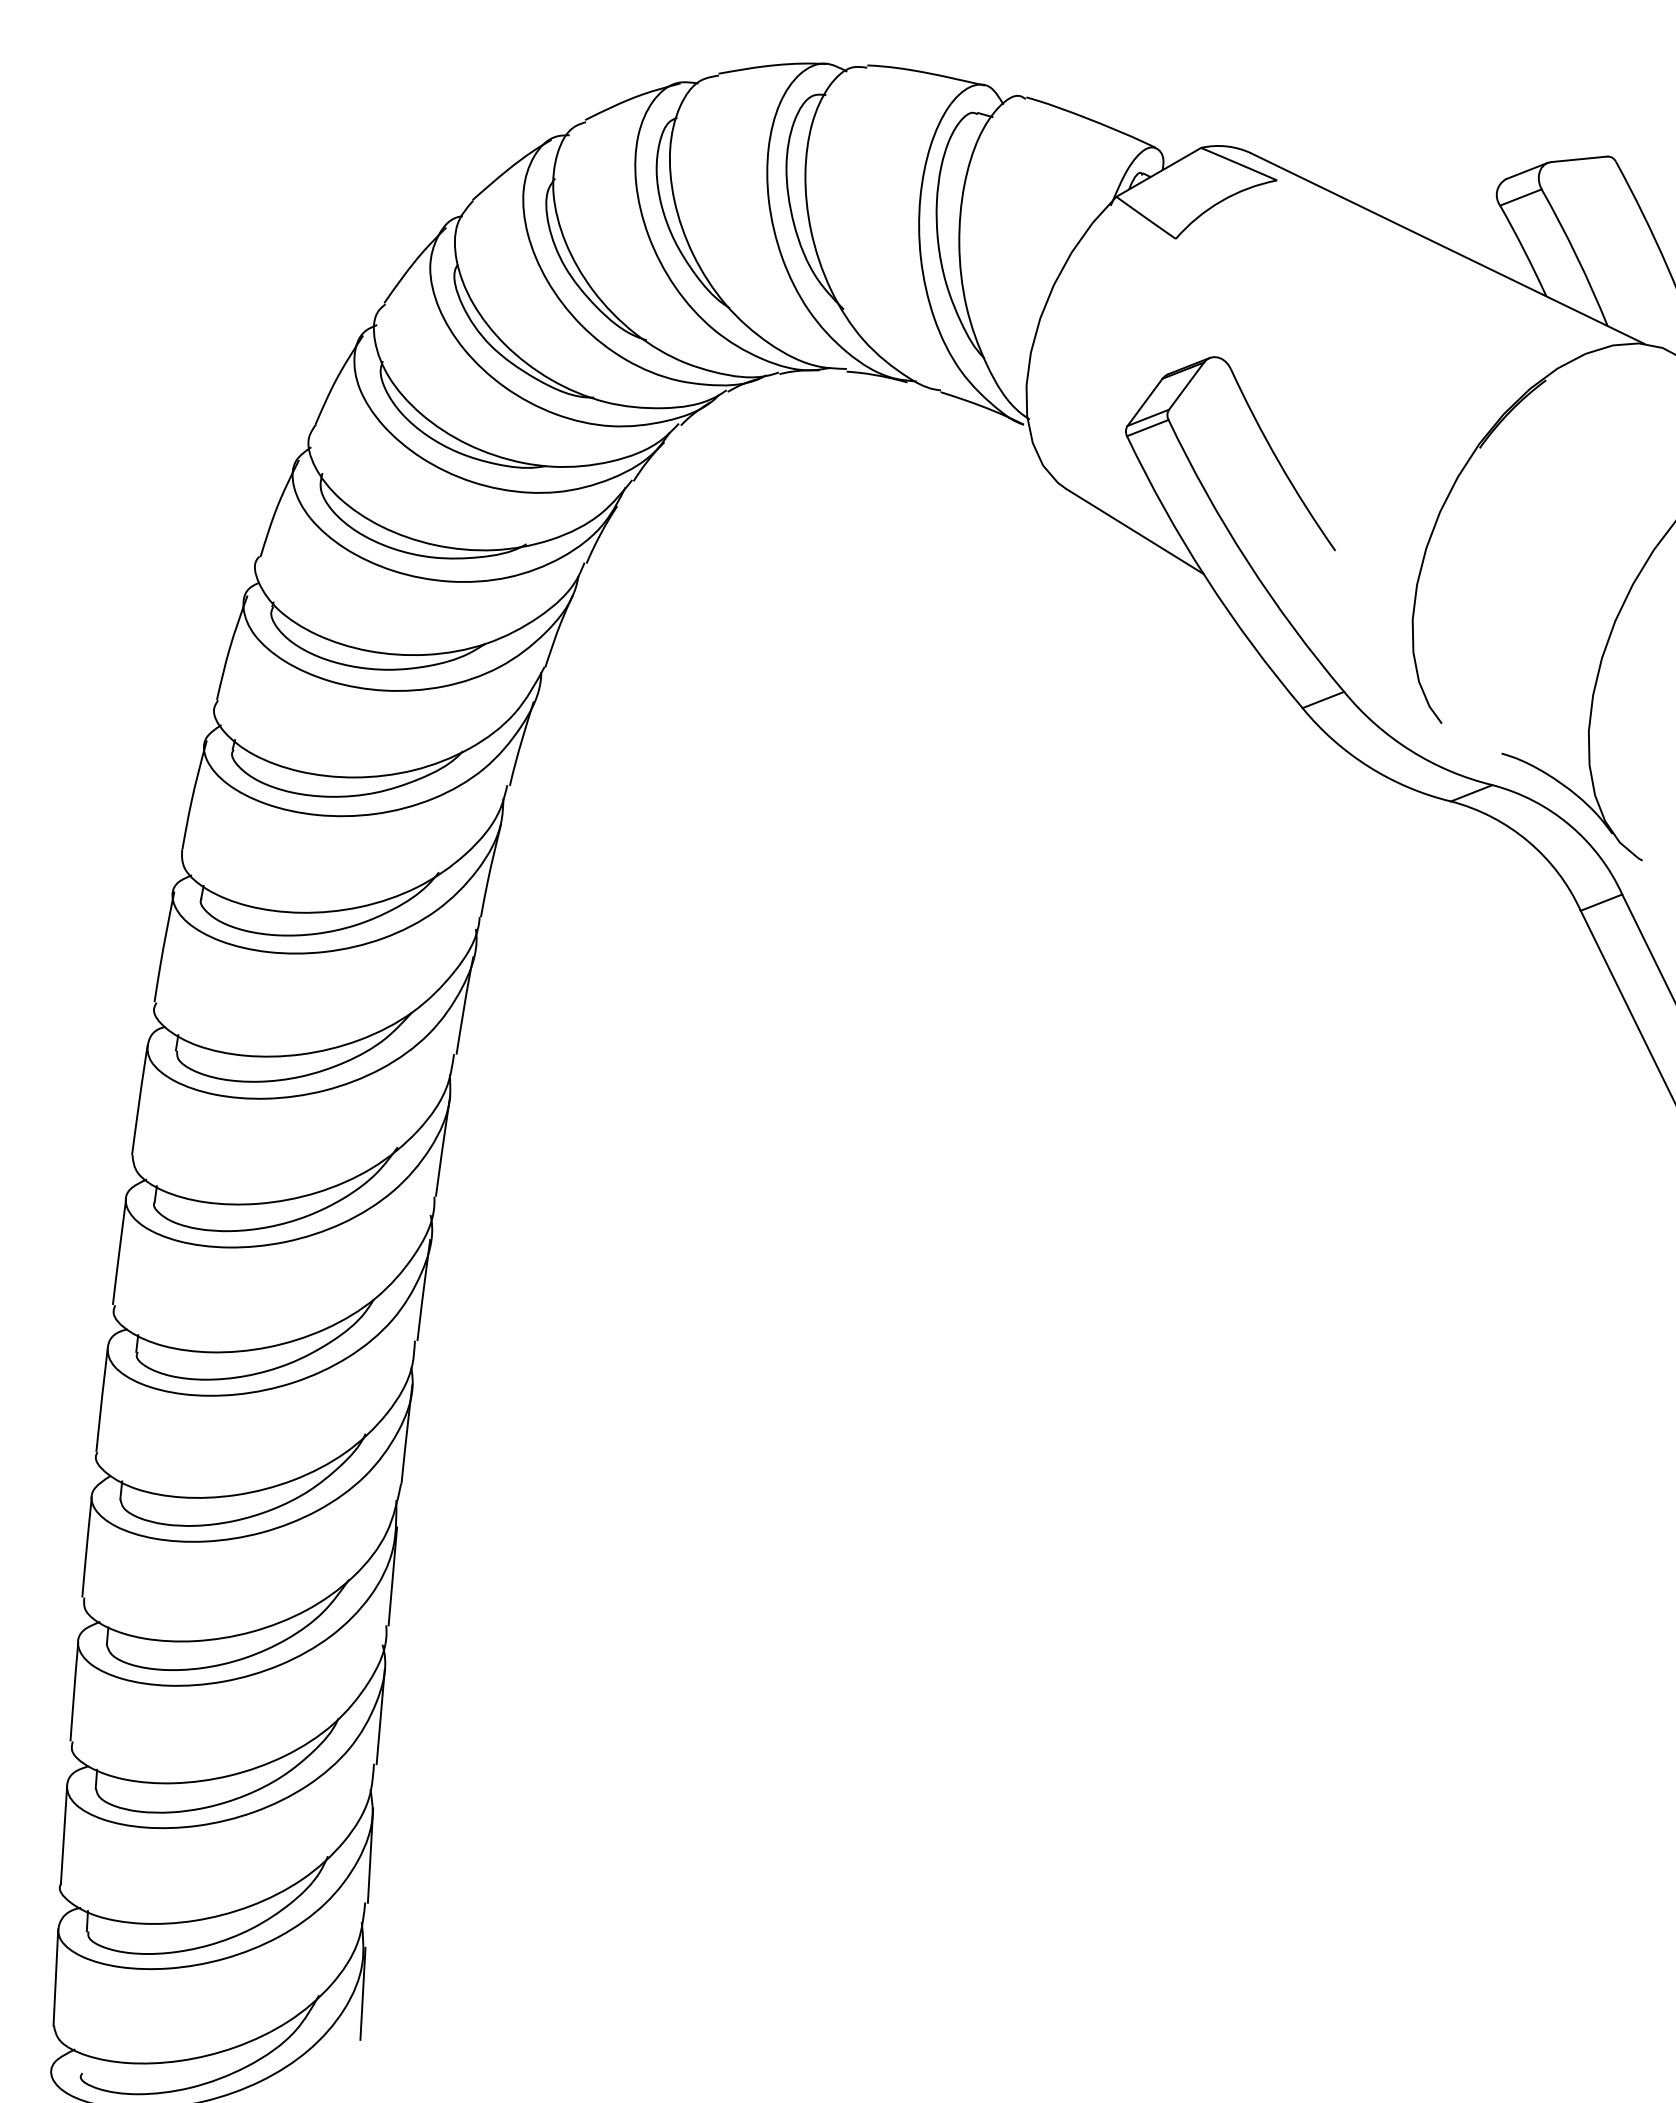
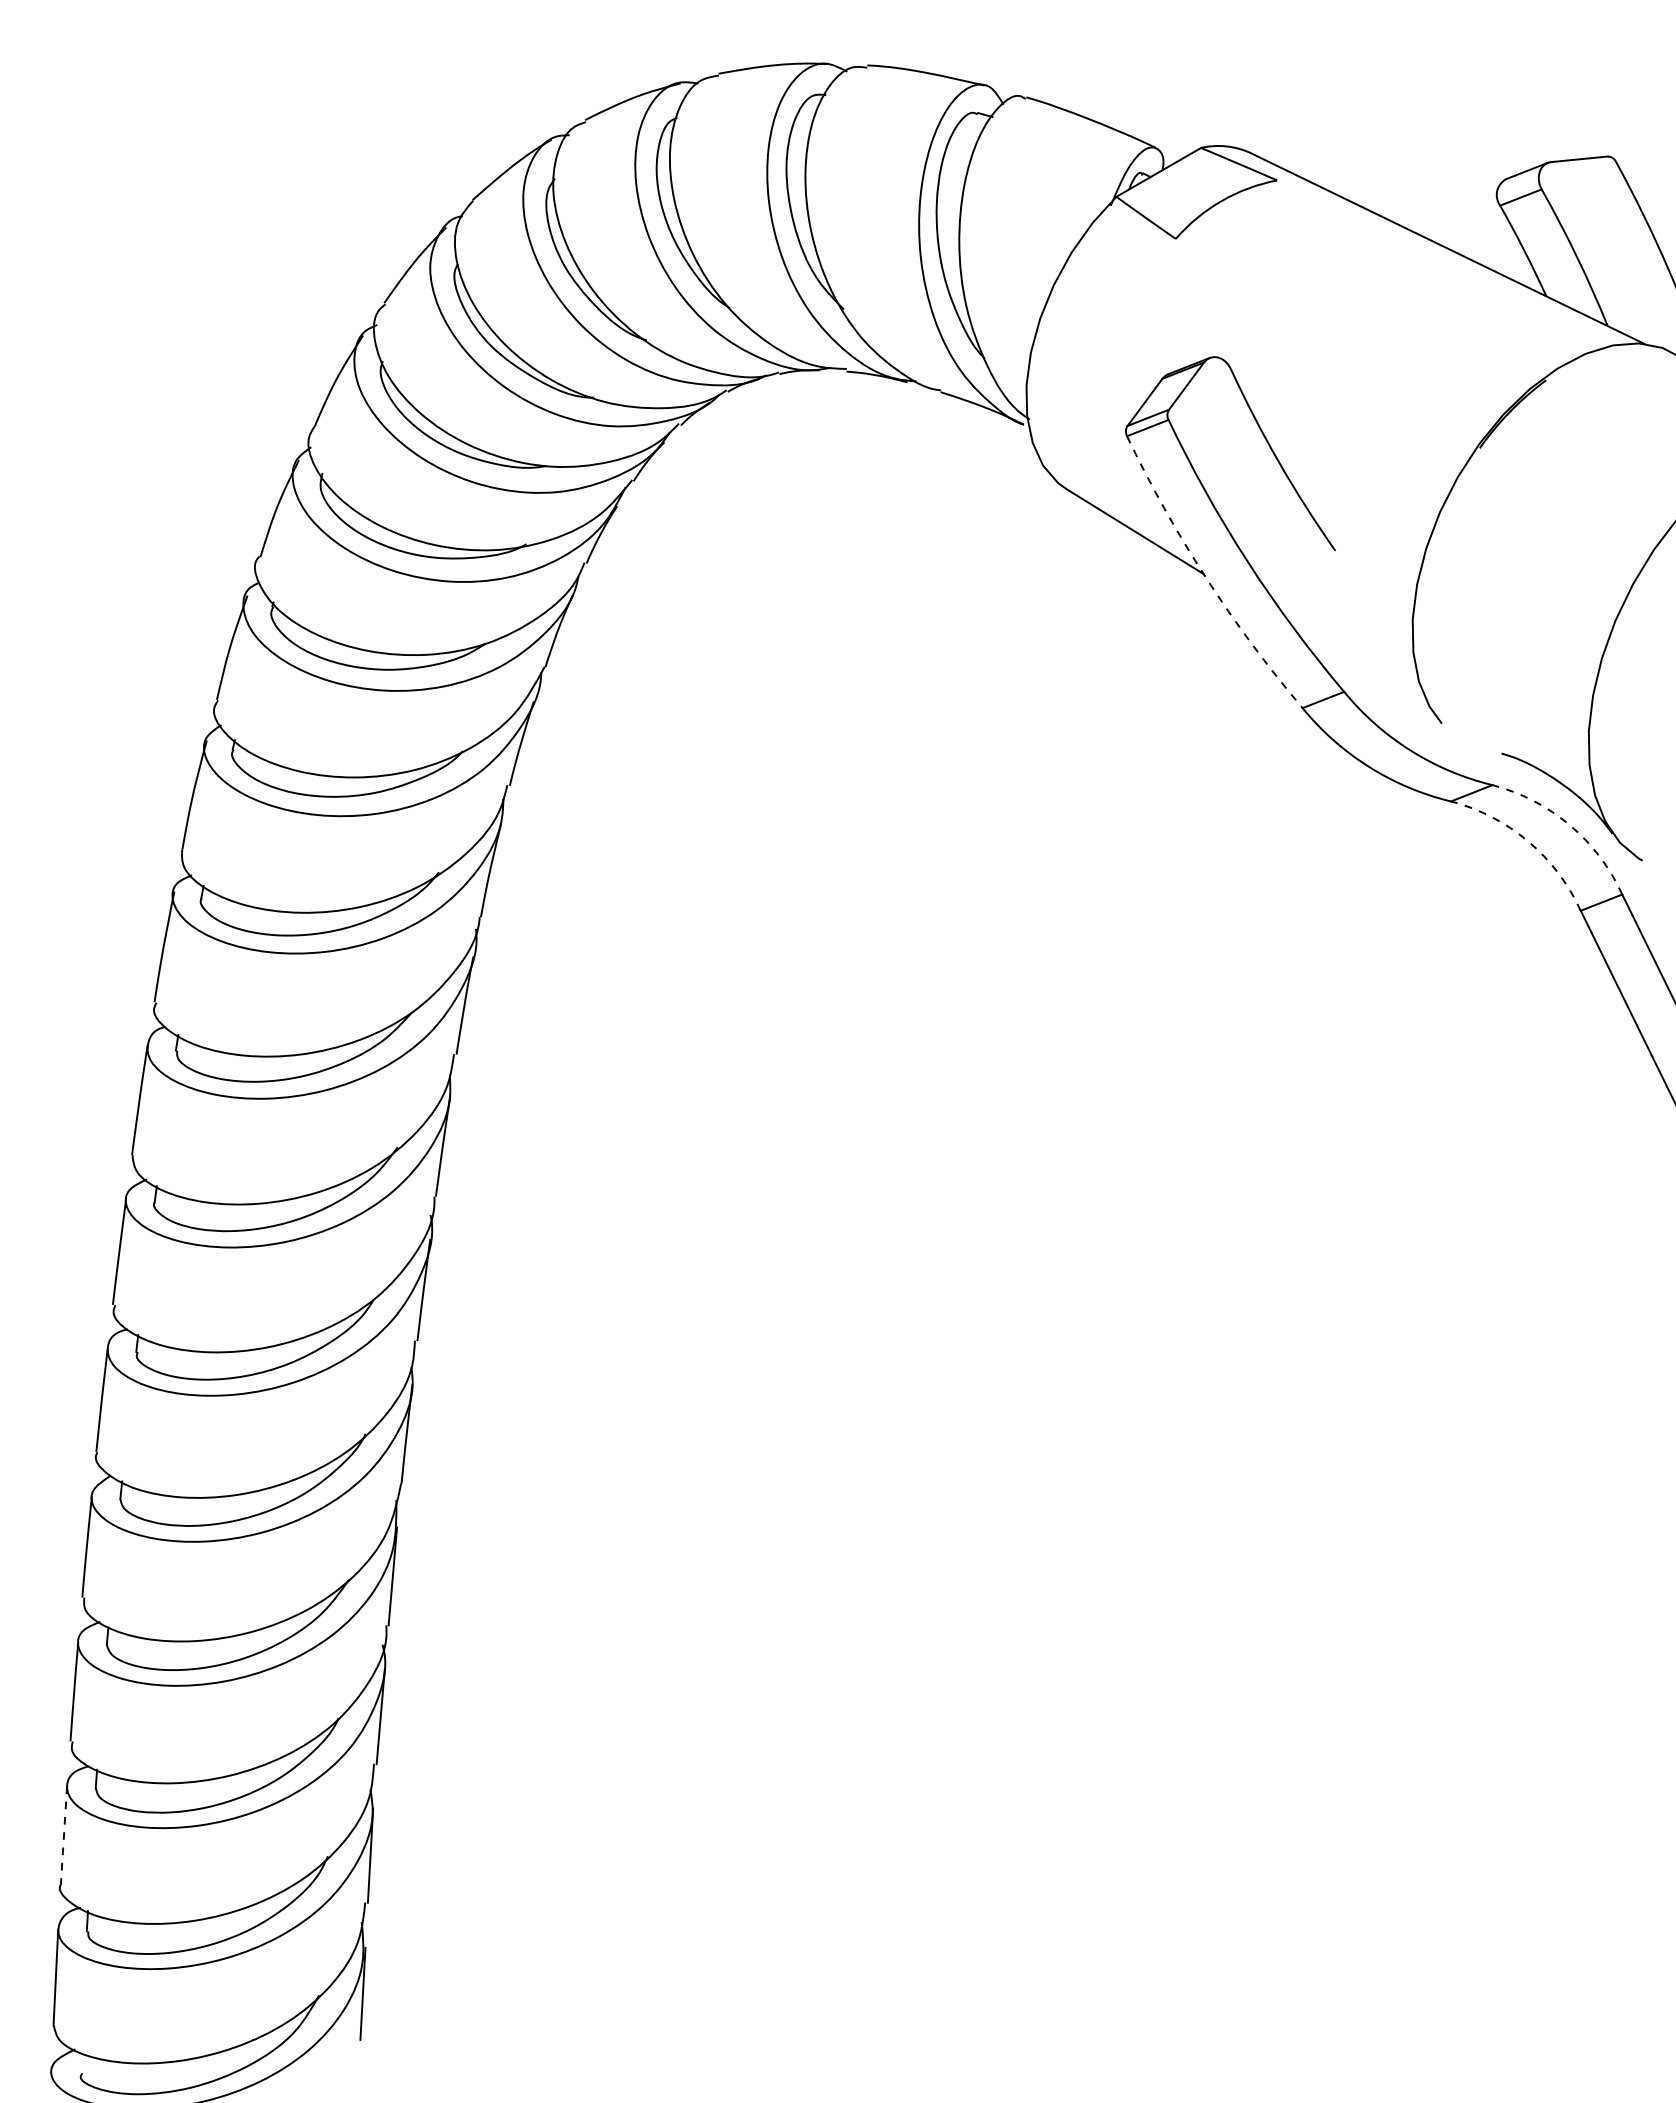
arc at (1206, 577): solid -> dashed
arc at (1569, 825): solid -> dashed
arc at (1528, 841): solid -> dashed
line at (64, 1835): solid -> dashed
